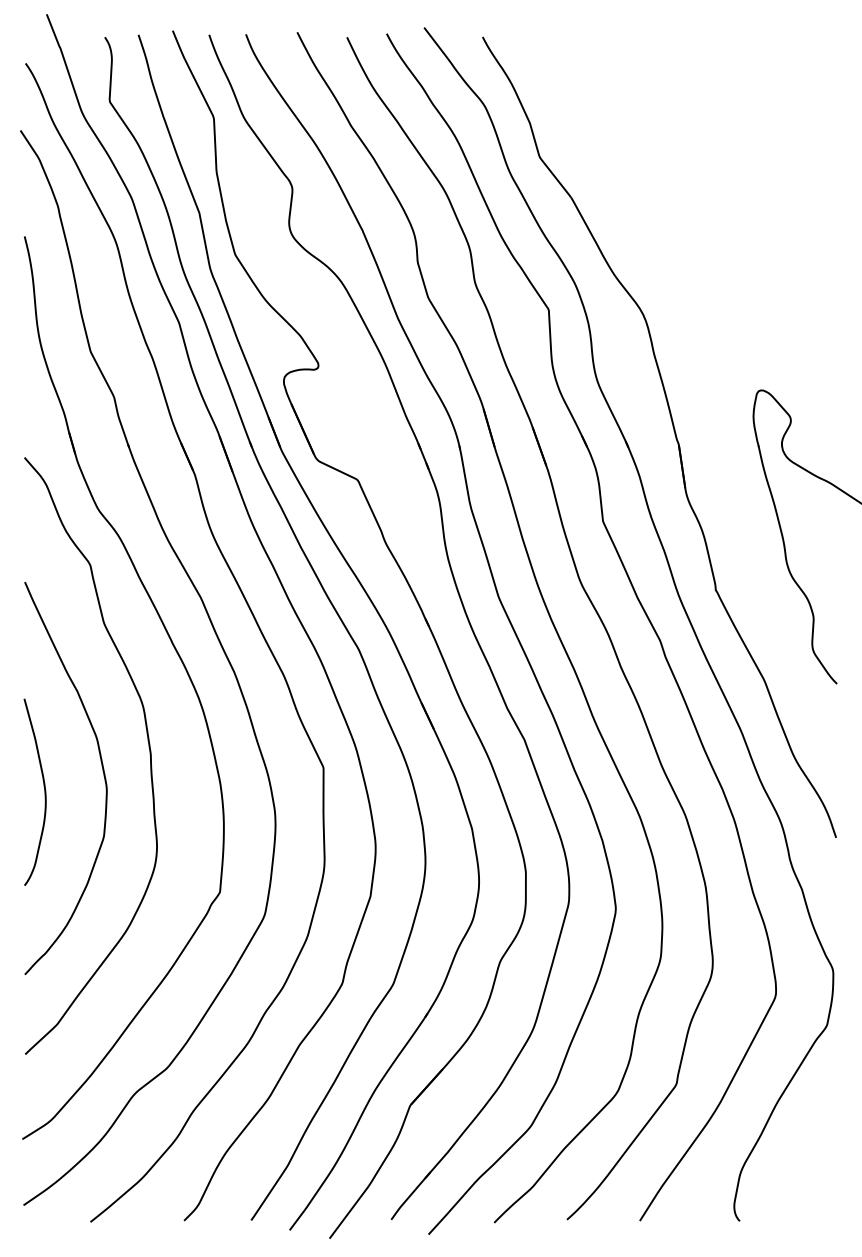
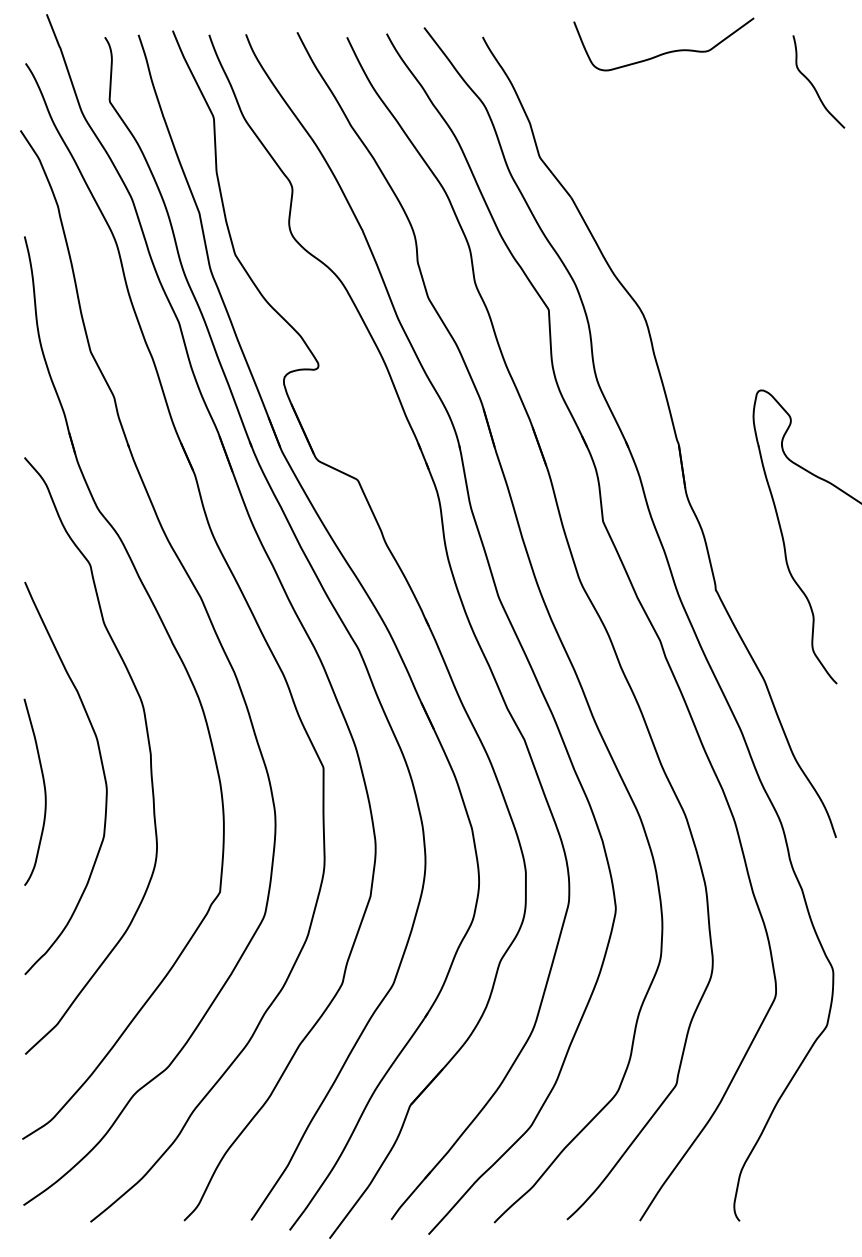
curve at (667, 51): none -> present
curve at (813, 84): none -> present
